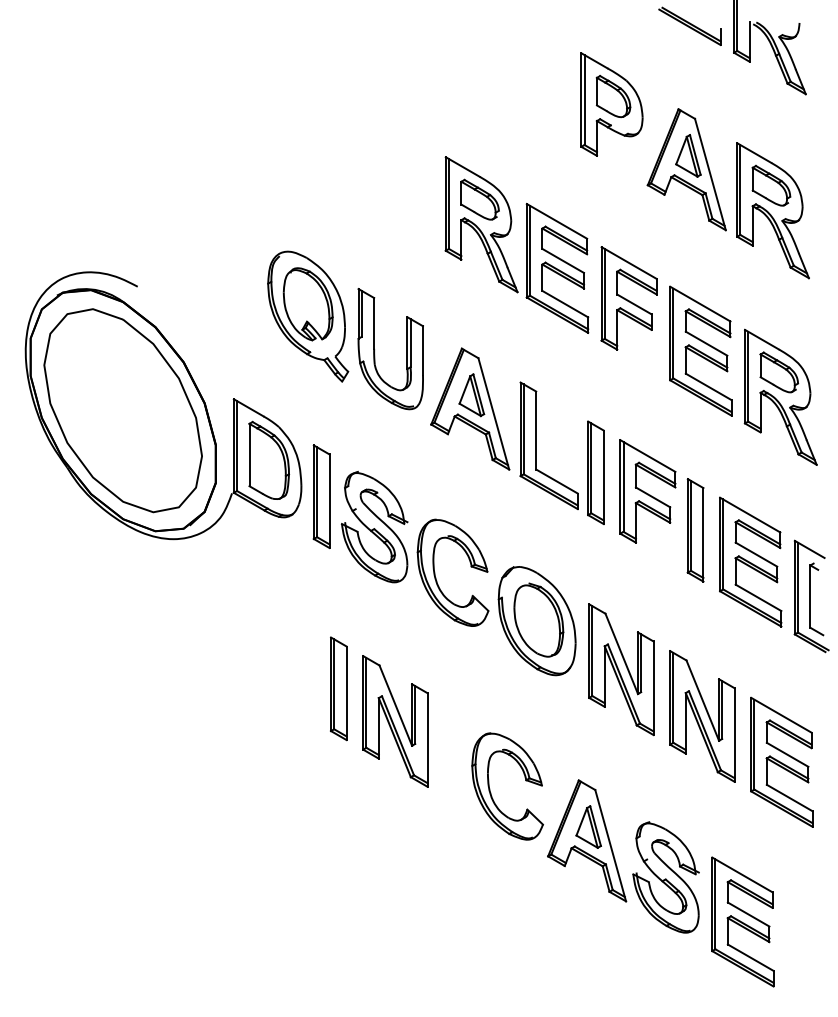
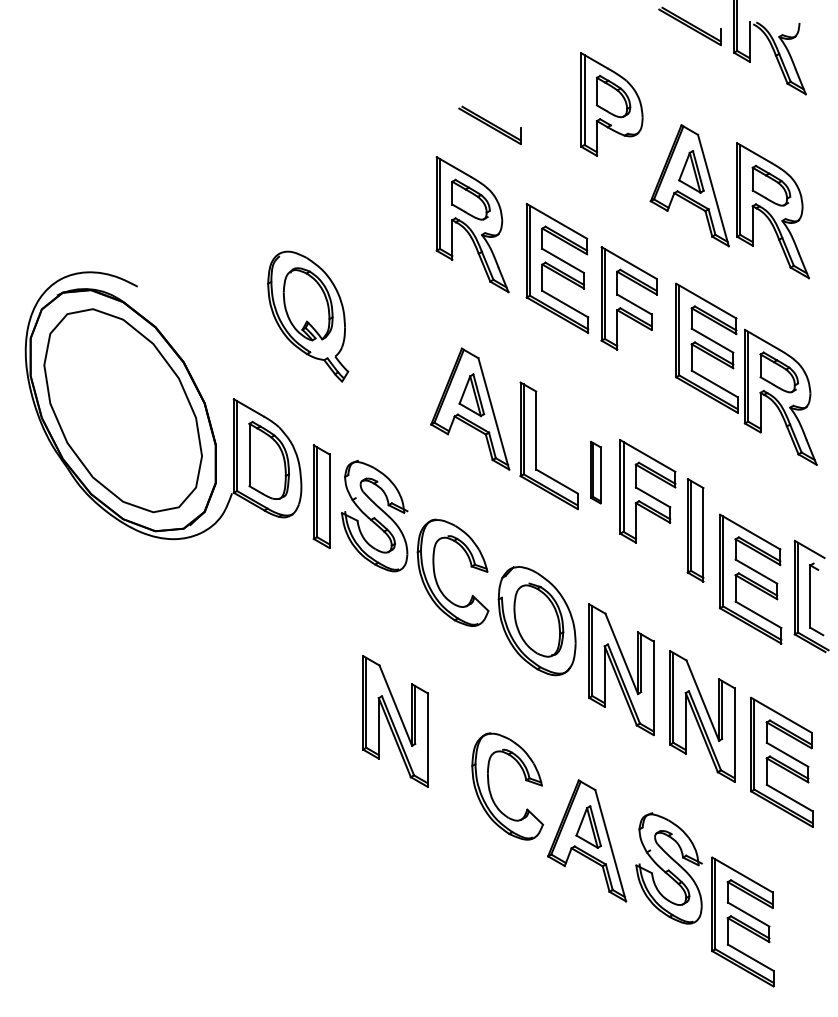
part at (489, 124): none -> present
part at (686, 169) position: (686, 169) -> (689, 185)
part at (481, 224) position: (481, 224) -> (472, 224)
part at (700, 350) position: (700, 350) -> (706, 347)
part at (375, 354): present -> none
part at (595, 472) size: 18x105 px -> 12x64 px
part at (374, 526) position: (374, 526) -> (374, 515)
part at (750, 561) position: (750, 561) -> (750, 578)
part at (338, 688): present -> none
part at (665, 877) position: (665, 877) -> (668, 868)
